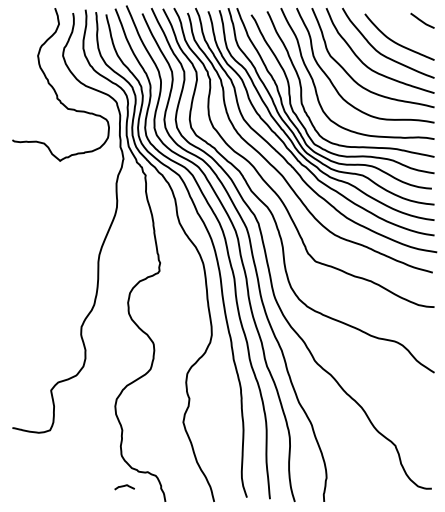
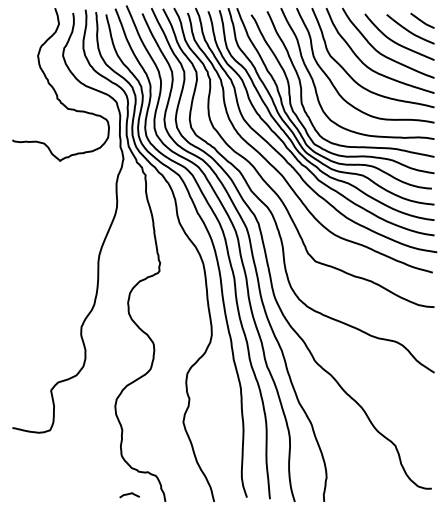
curve at (409, 30): none -> present
curve at (124, 486) position: (124, 486) -> (129, 494)
